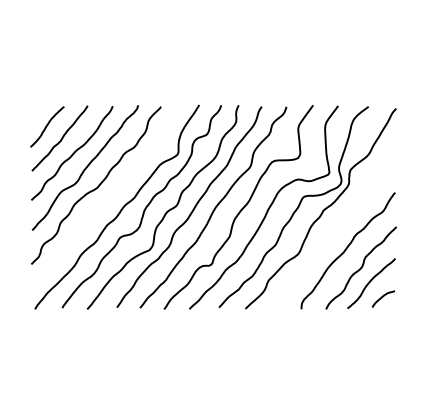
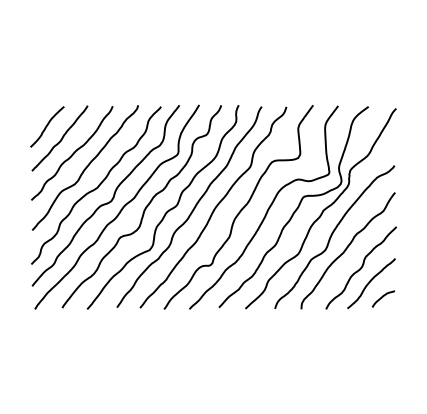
curve at (111, 198): none -> present
curve at (332, 235): none -> present
